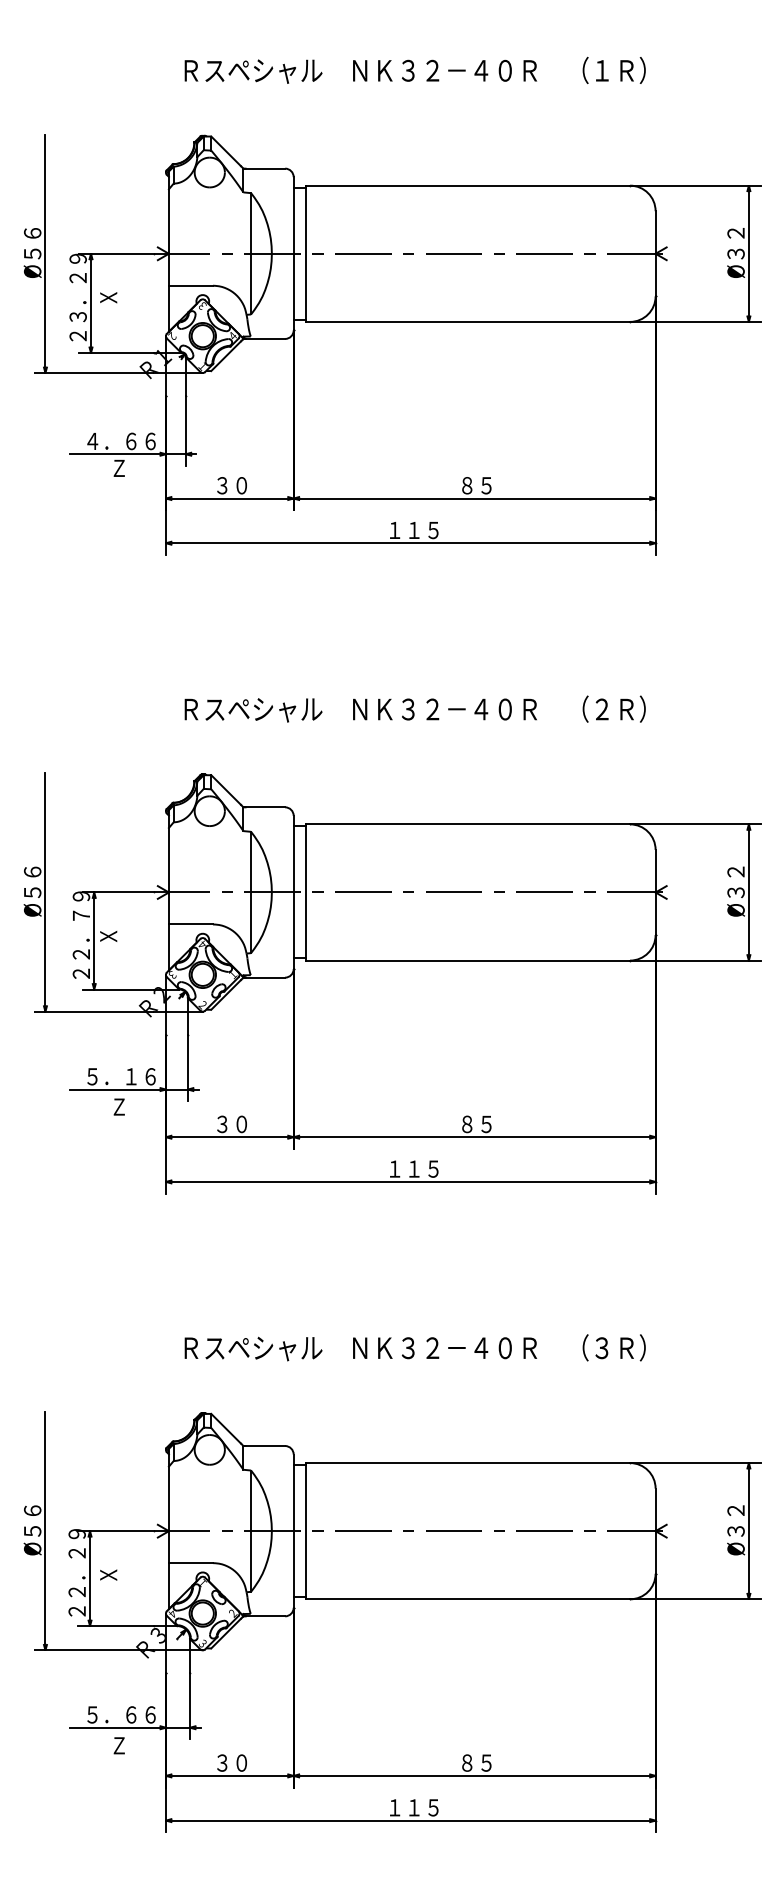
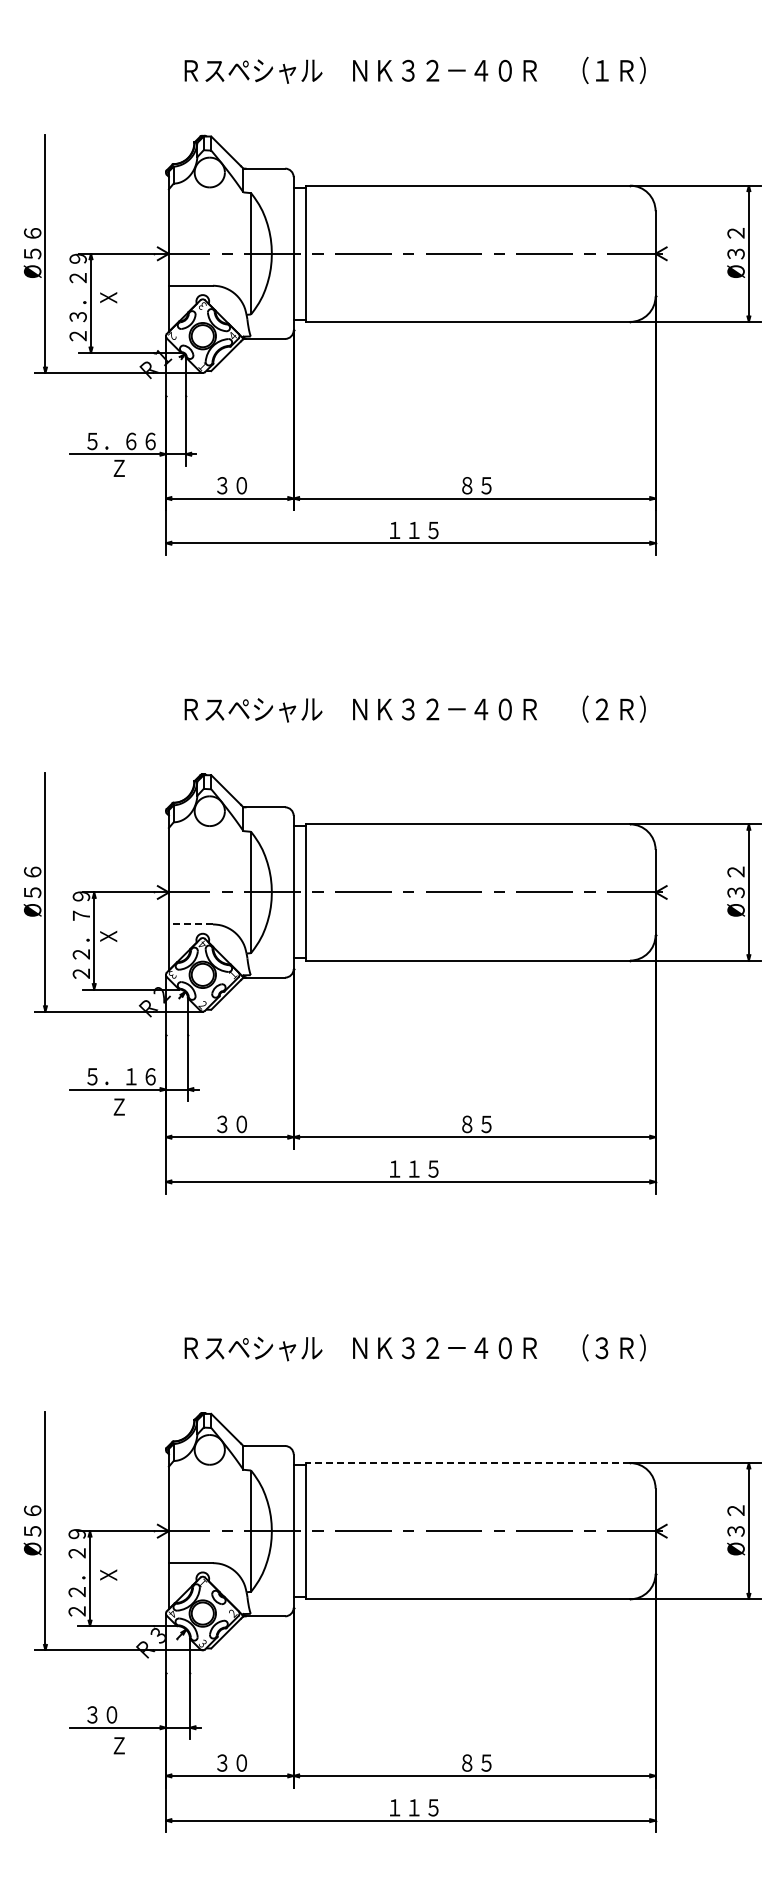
text at (92, 441): ４．６６ -> ５．６６
line at (190, 924): solid -> dashed
line at (468, 1463): solid -> dashed
text at (121, 1714): ５．６６ -> ３０
